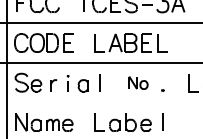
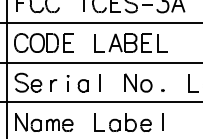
part at (138, 82) size: 21x14 px -> 29x20 px
line at (100, 102): none -> present
